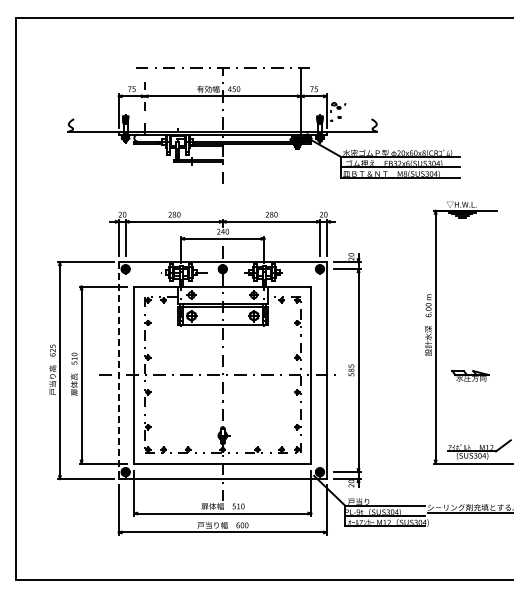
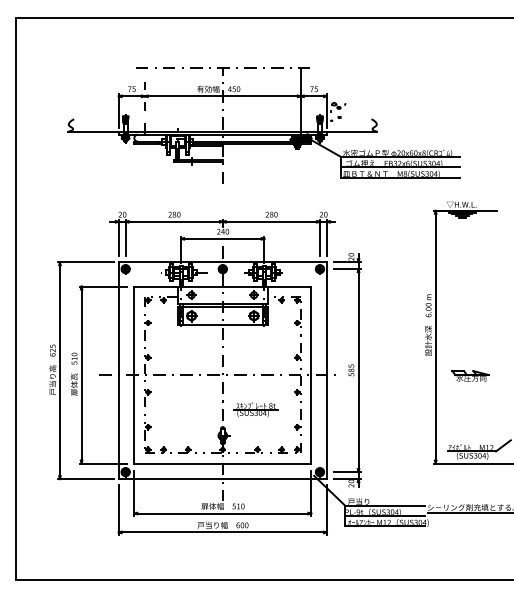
line at (118, 371): dashed -> solid
part at (255, 409): none -> present
